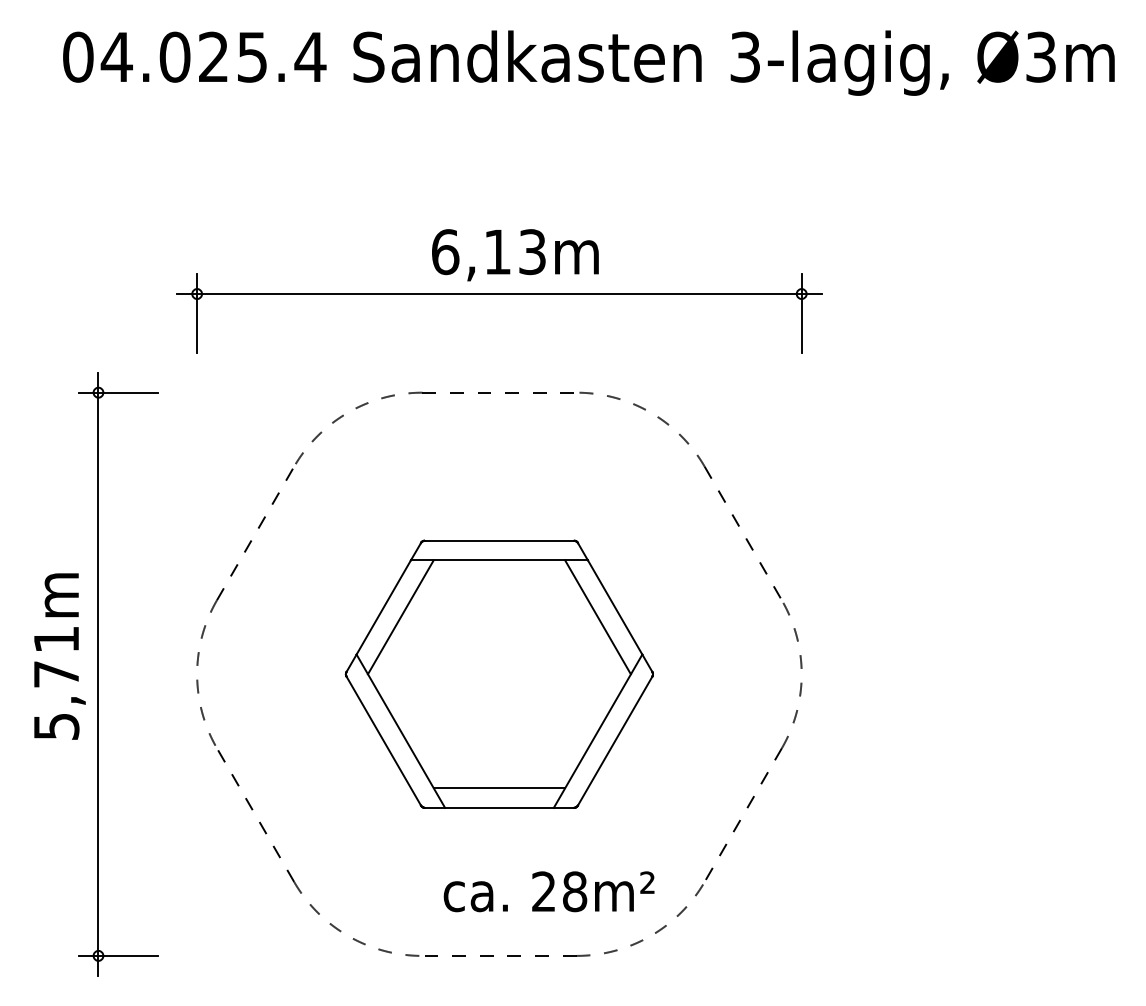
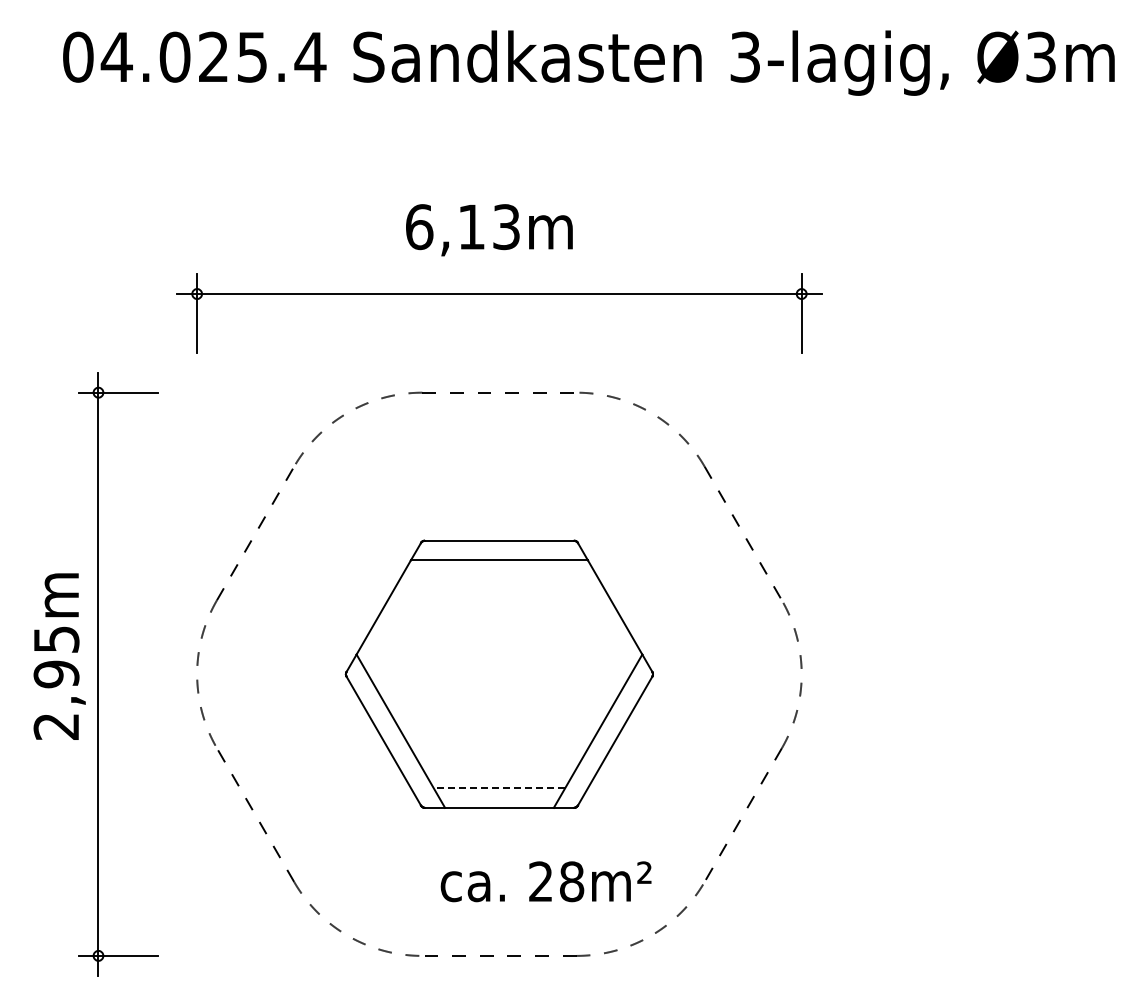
text at (515, 255) position: (515, 255) -> (489, 230)
line at (400, 617): present -> none
line at (597, 617): present -> none
text at (56, 682): 5,71m -> 2,95m
line at (499, 788): solid -> dashed
text at (548, 891) position: (548, 891) -> (545, 881)
